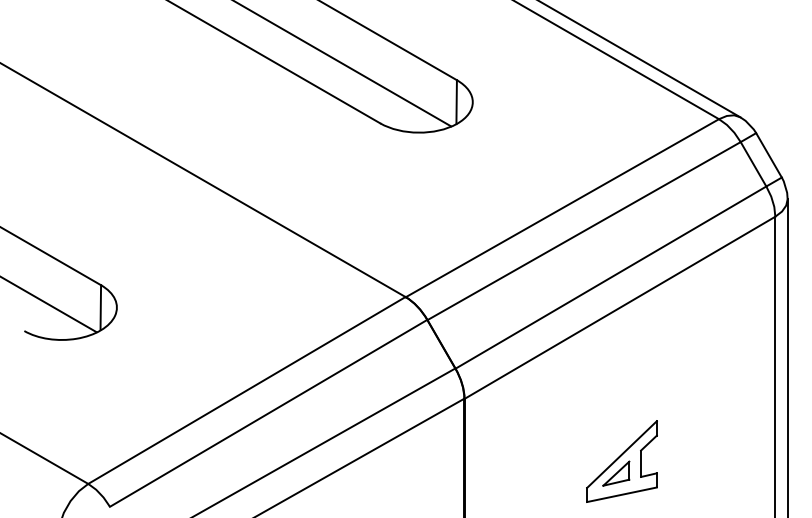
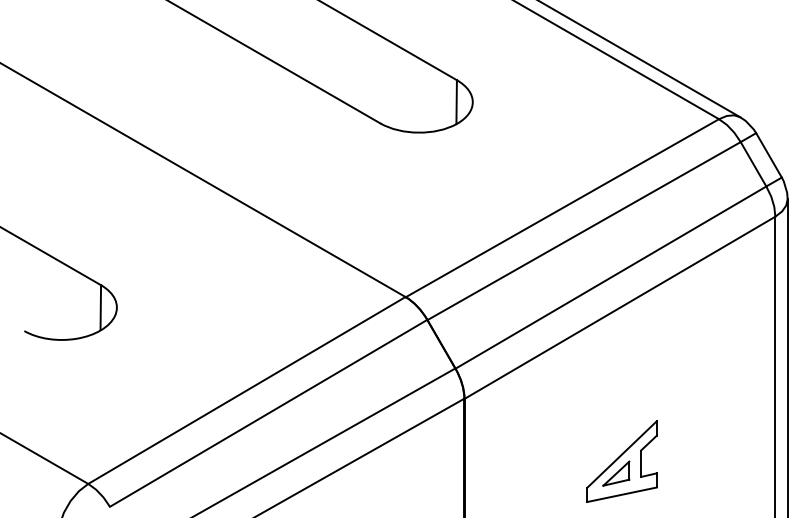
line at (343, 64): present -> none
line at (49, 304): present -> none
